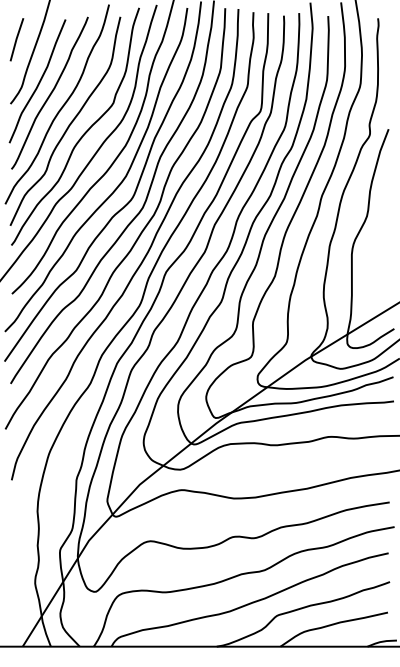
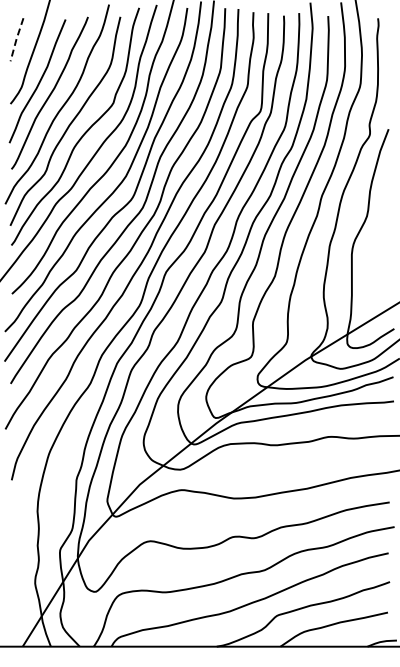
line at (16, 39): solid -> dashed
